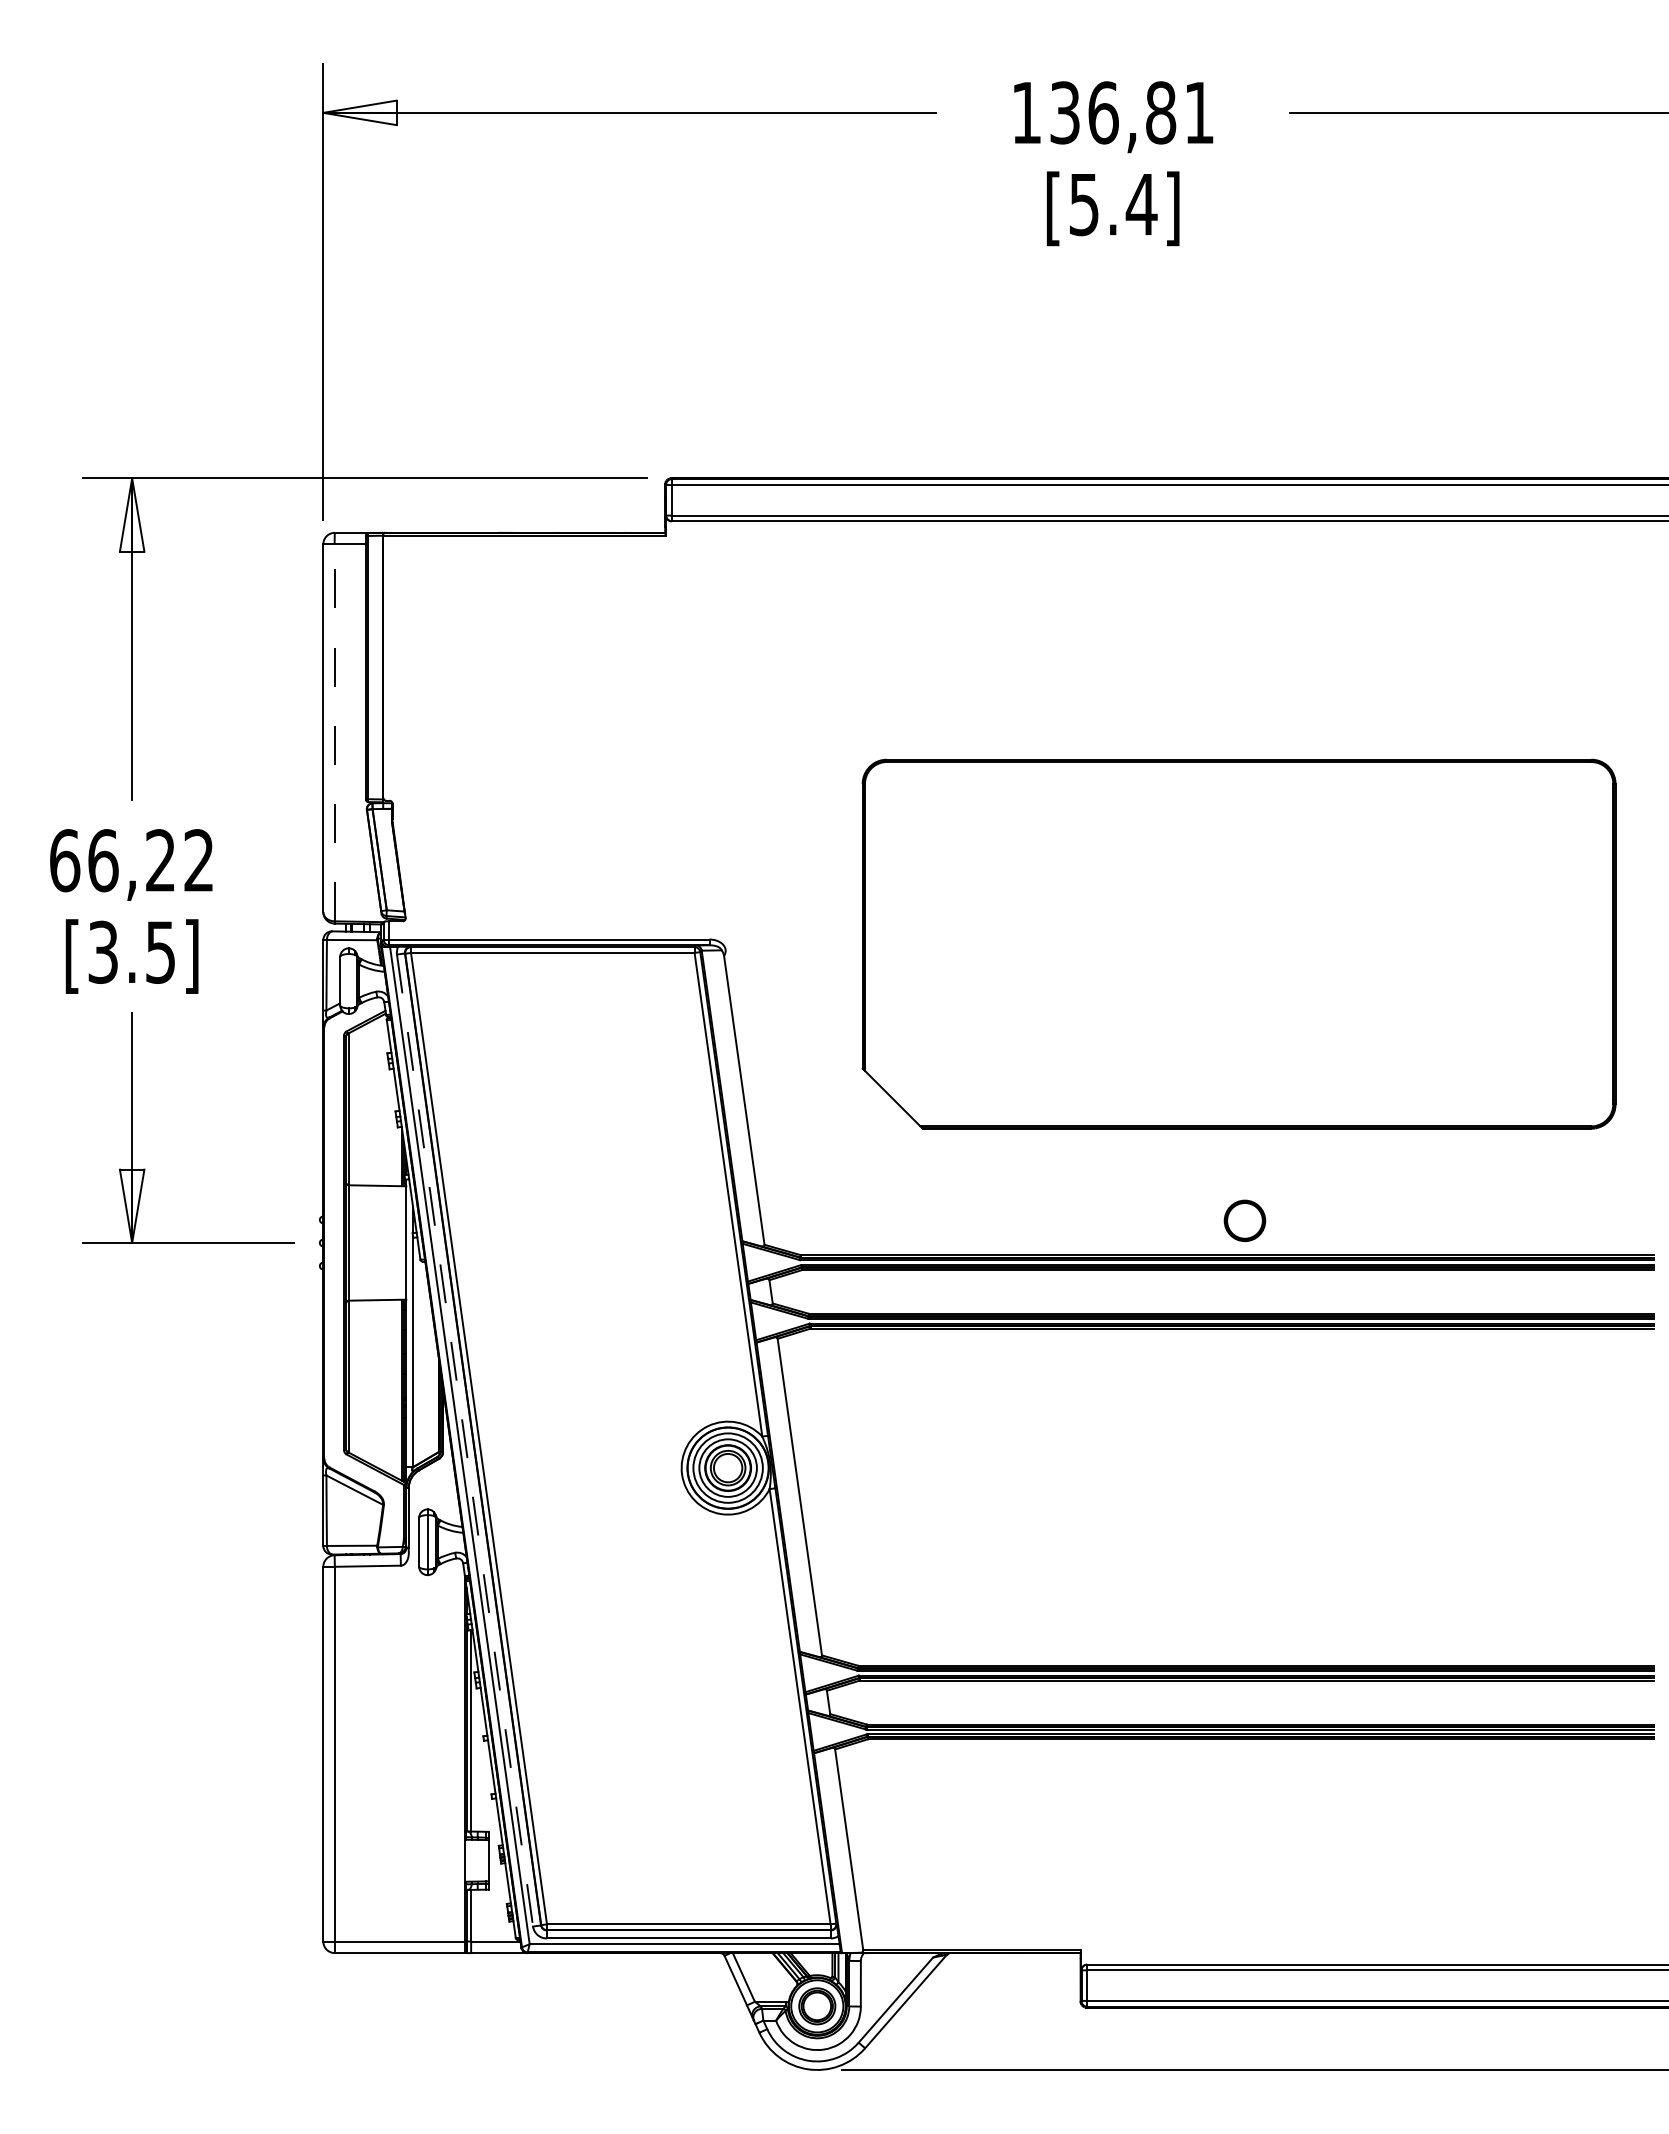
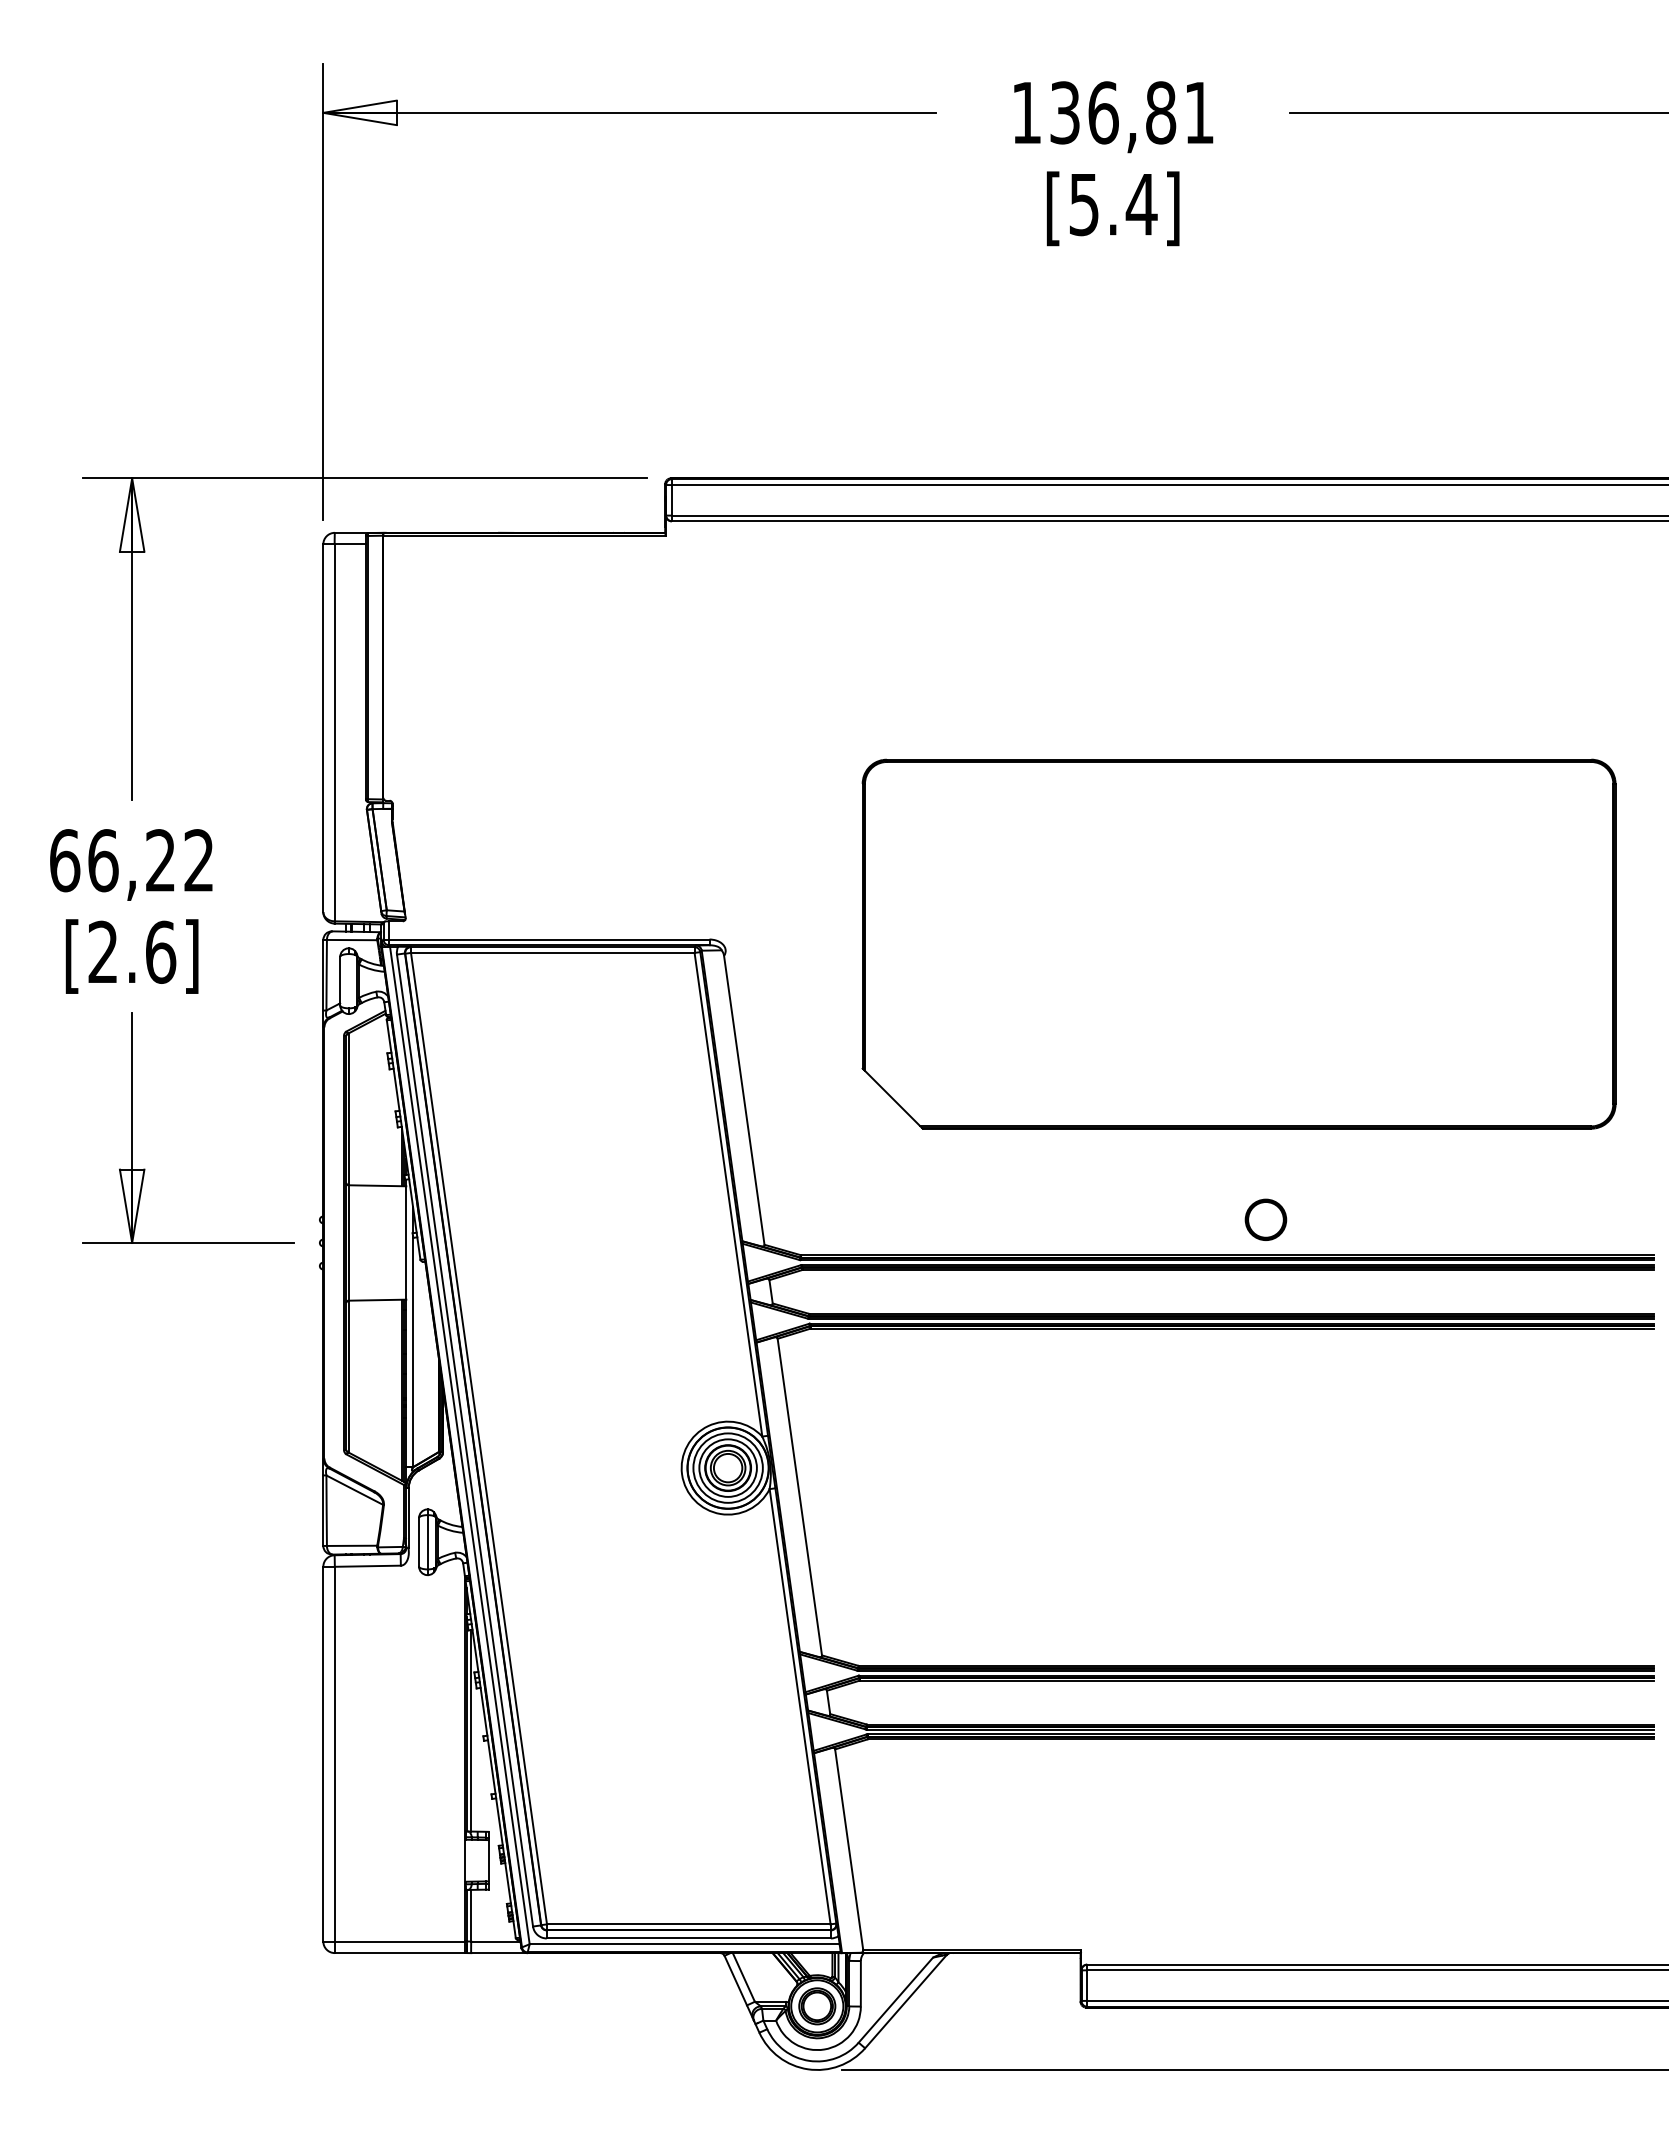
line at (334, 732): dashed -> solid
text at (132, 951): [3.5] -> [2.6]
part at (1244, 1220) position: (1244, 1220) -> (1265, 1219)
line at (465, 1440): dashed -> solid
